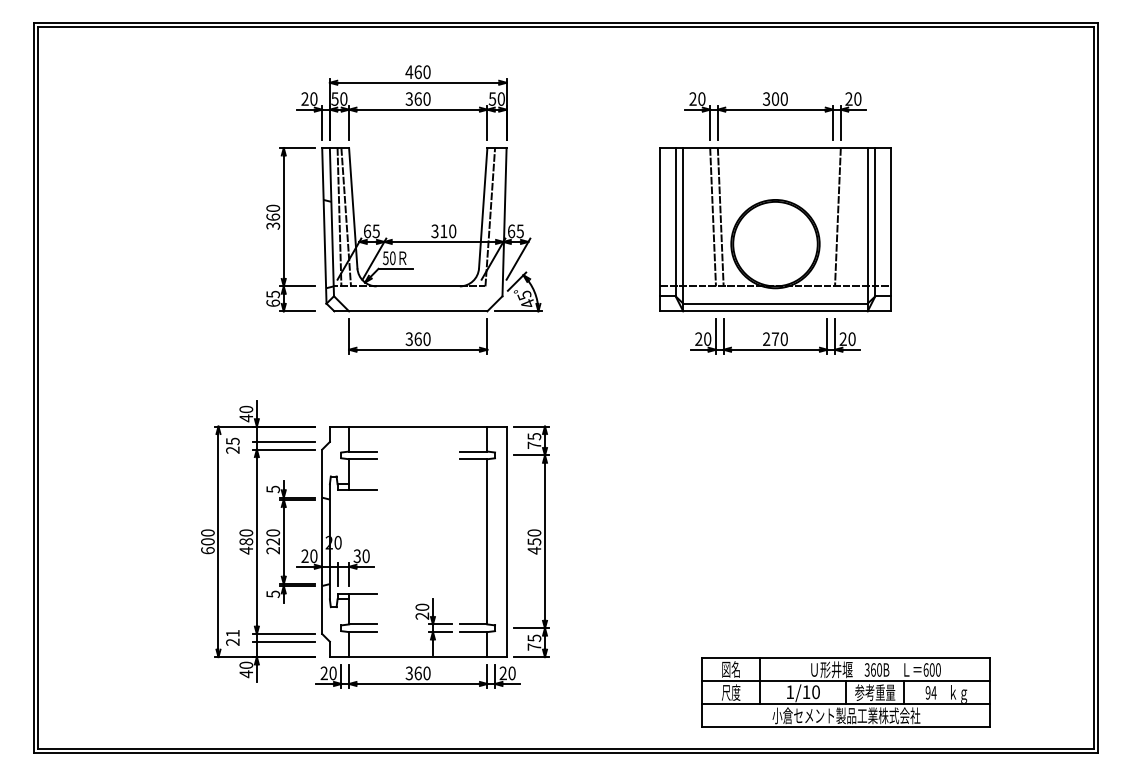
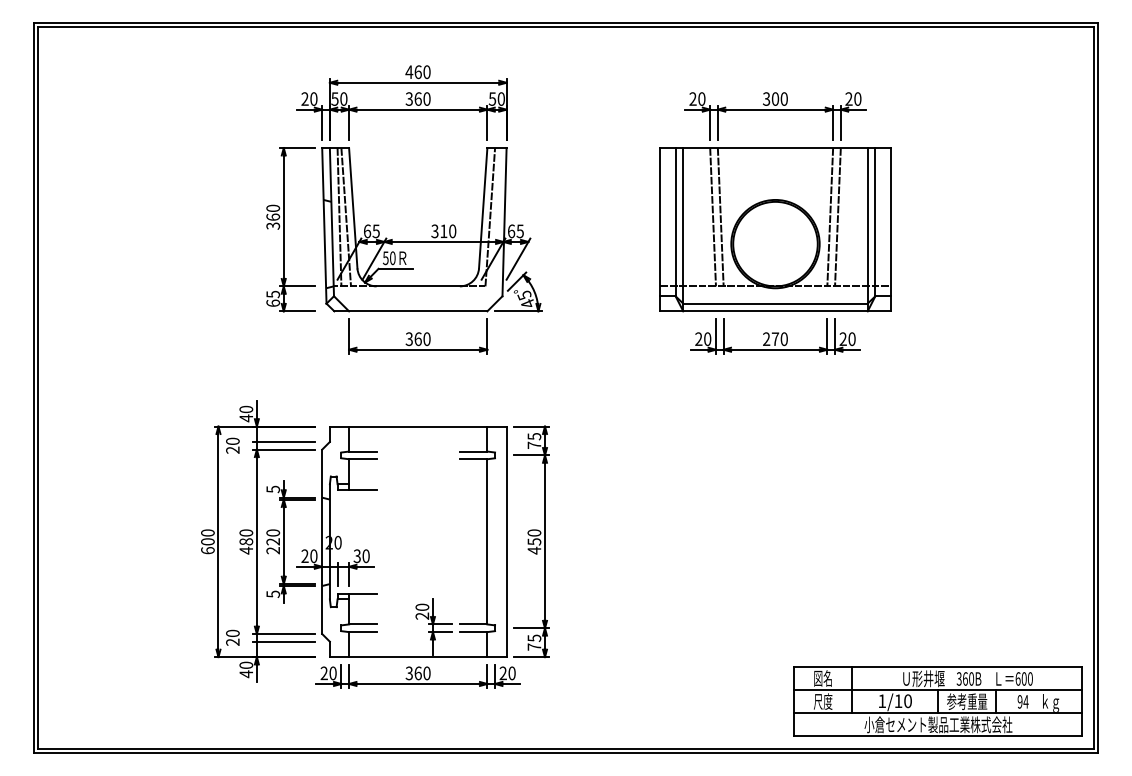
line at (830, 217): none -> present
text at (232, 441): 25 -> 20
text at (232, 632): 21 -> 20
part at (845, 692) position: (845, 692) -> (937, 701)
